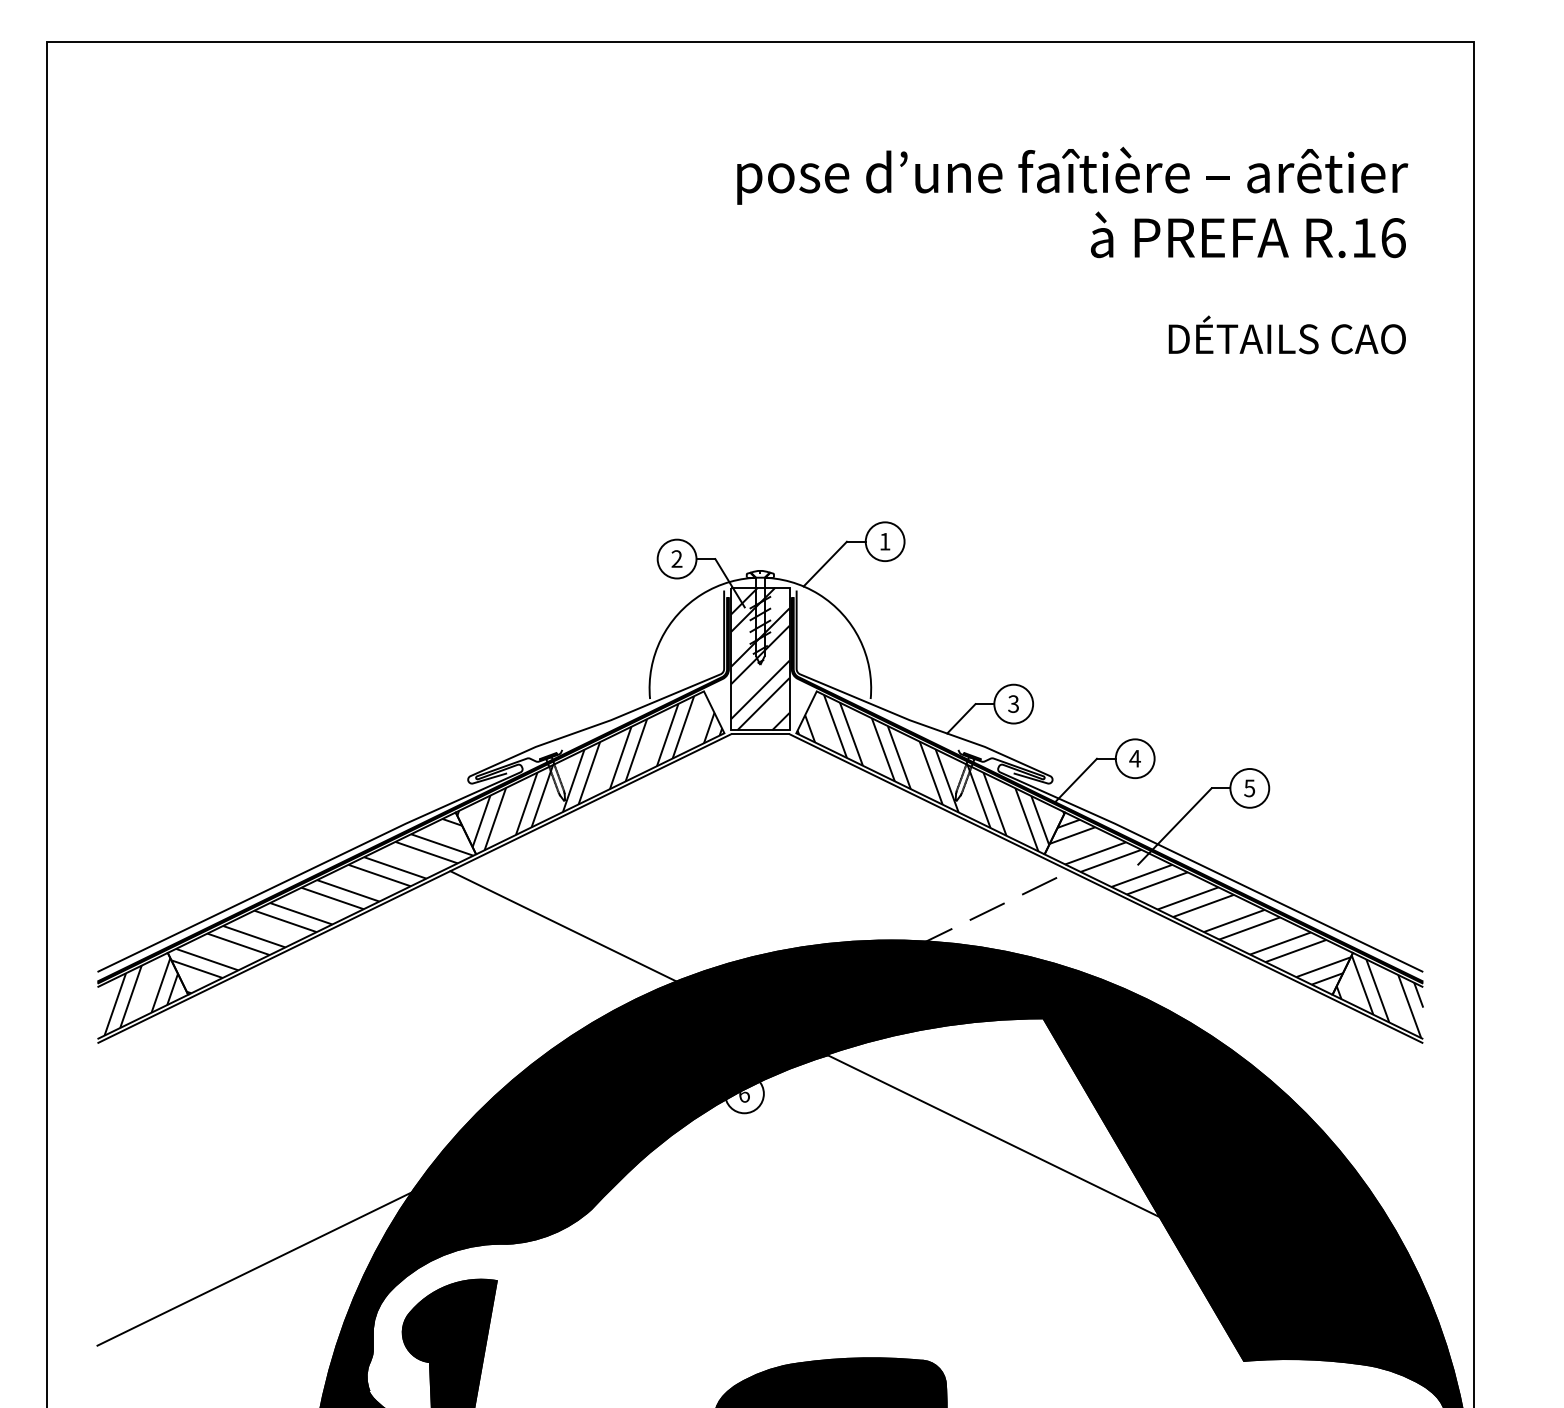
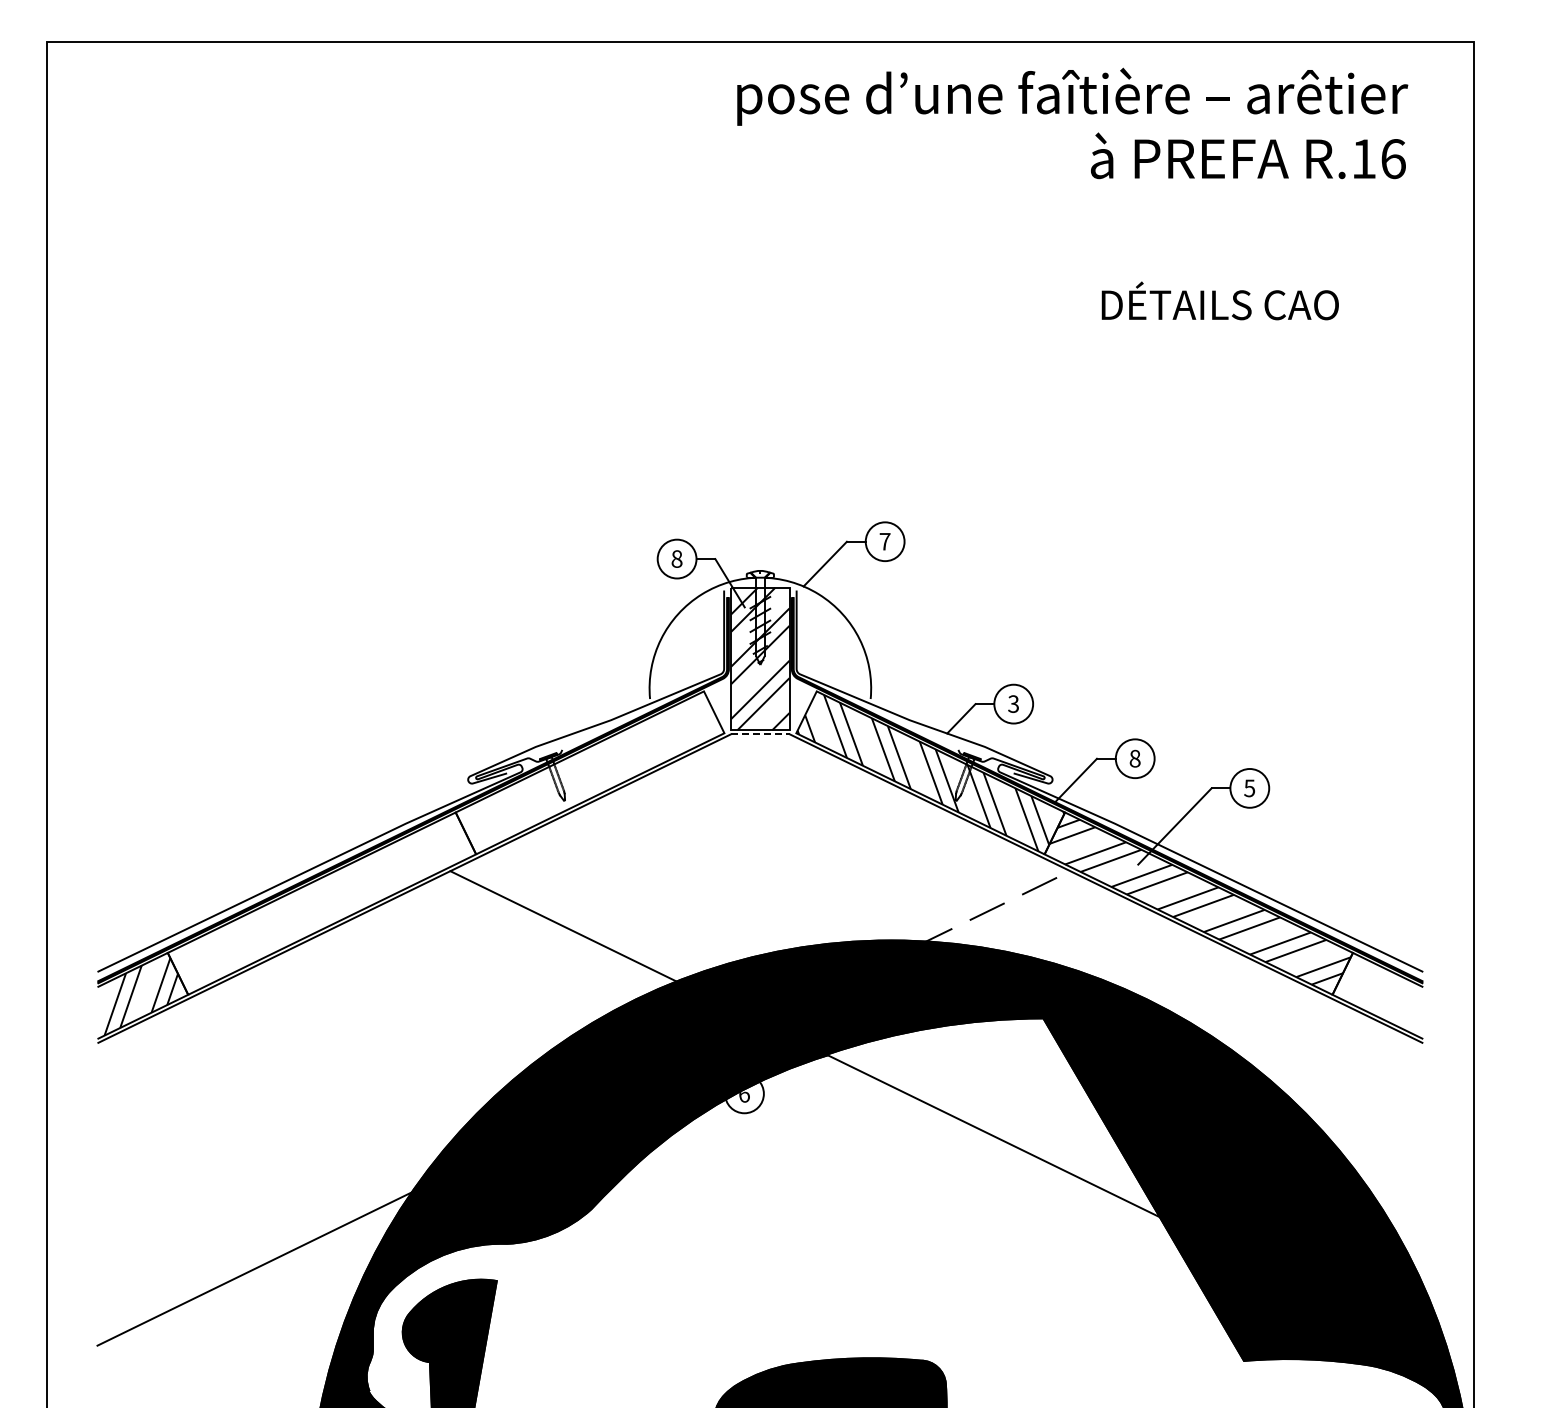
text at (1072, 202) position: (1072, 202) -> (1072, 123)
text at (1286, 334) position: (1286, 334) -> (1219, 300)
text at (884, 541): 1 -> 7
text at (676, 558): 2 -> 8
line at (760, 734): solid -> dashed
text at (1134, 758): 4 -> 8
hatch at (589, 773): present -> none
hatch at (322, 905): present -> none
hatch at (1379, 996): present -> none
